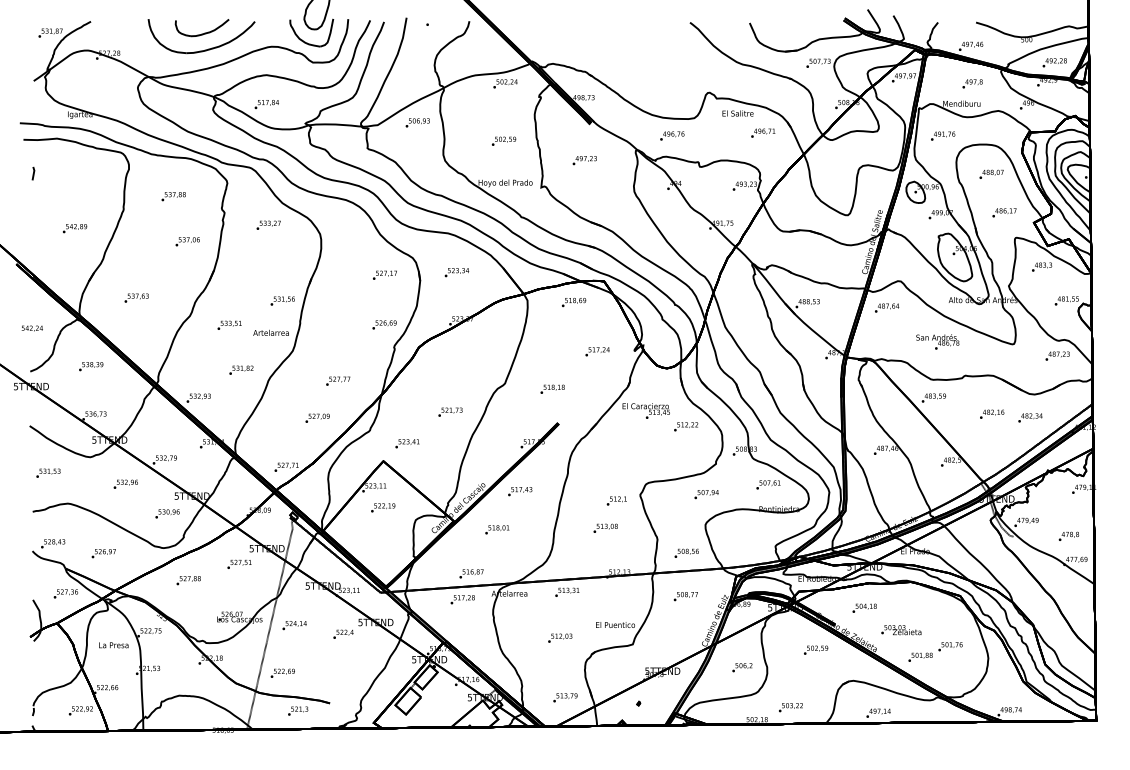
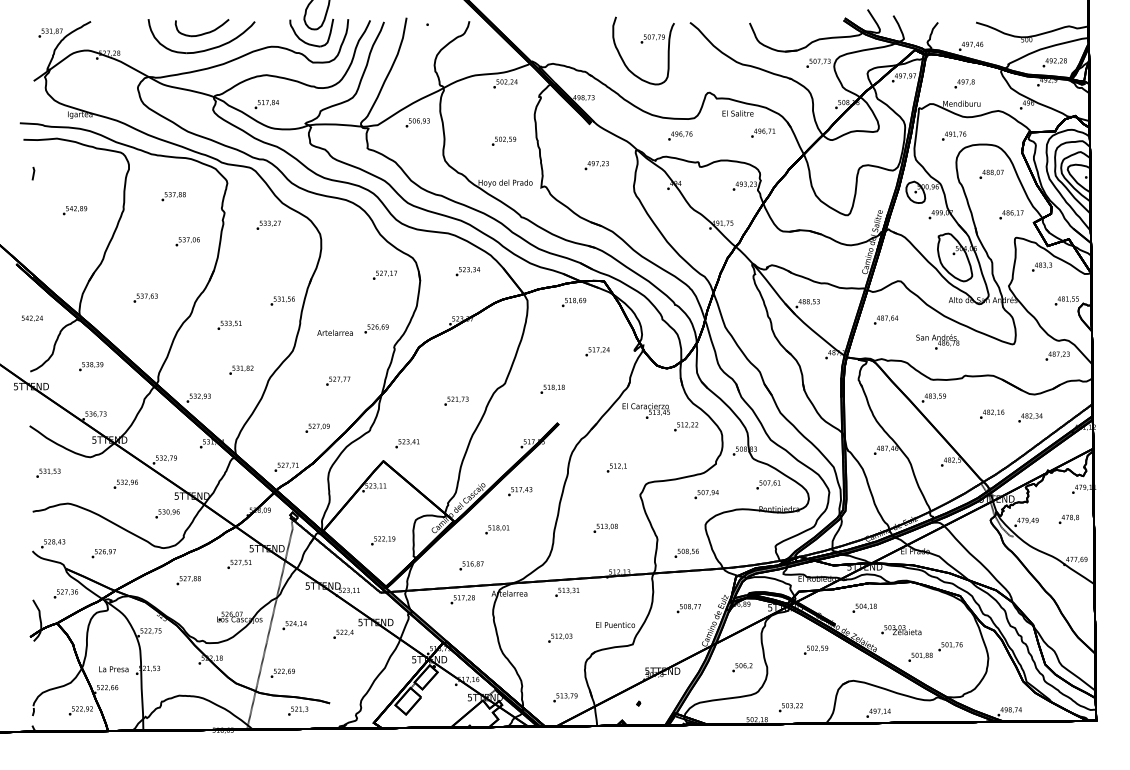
part at (642, 43): none -> present
text at (972, 83) position: (972, 83) -> (964, 83)
text at (672, 135) position: (672, 135) -> (680, 135)
text at (943, 135) position: (943, 135) -> (954, 135)
text at (584, 160) position: (584, 160) -> (596, 165)
text at (1004, 212) position: (1004, 212) -> (1011, 214)
text at (75, 228) position: (75, 228) -> (75, 210)
text at (456, 272) position: (456, 272) -> (467, 271)
text at (136, 297) position: (136, 297) -> (145, 297)
text at (887, 307) position: (887, 307) -> (886, 319)
text at (384, 324) position: (384, 324) -> (376, 328)
text at (31, 328) position: (31, 328) -> (31, 318)
text at (270, 332) position: (270, 332) -> (334, 332)
text at (450, 411) position: (450, 411) -> (456, 400)
text at (317, 417) position: (317, 417) -> (317, 427)
text at (616, 500) position: (616, 500) -> (616, 467)
text at (383, 507) position: (383, 507) -> (383, 540)
text at (1068, 535) position: (1068, 535) -> (1068, 518)
text at (471, 573) position: (471, 573) -> (471, 565)
text at (685, 596) position: (685, 596) -> (688, 608)
text at (113, 645) position: (113, 645) -> (113, 669)
